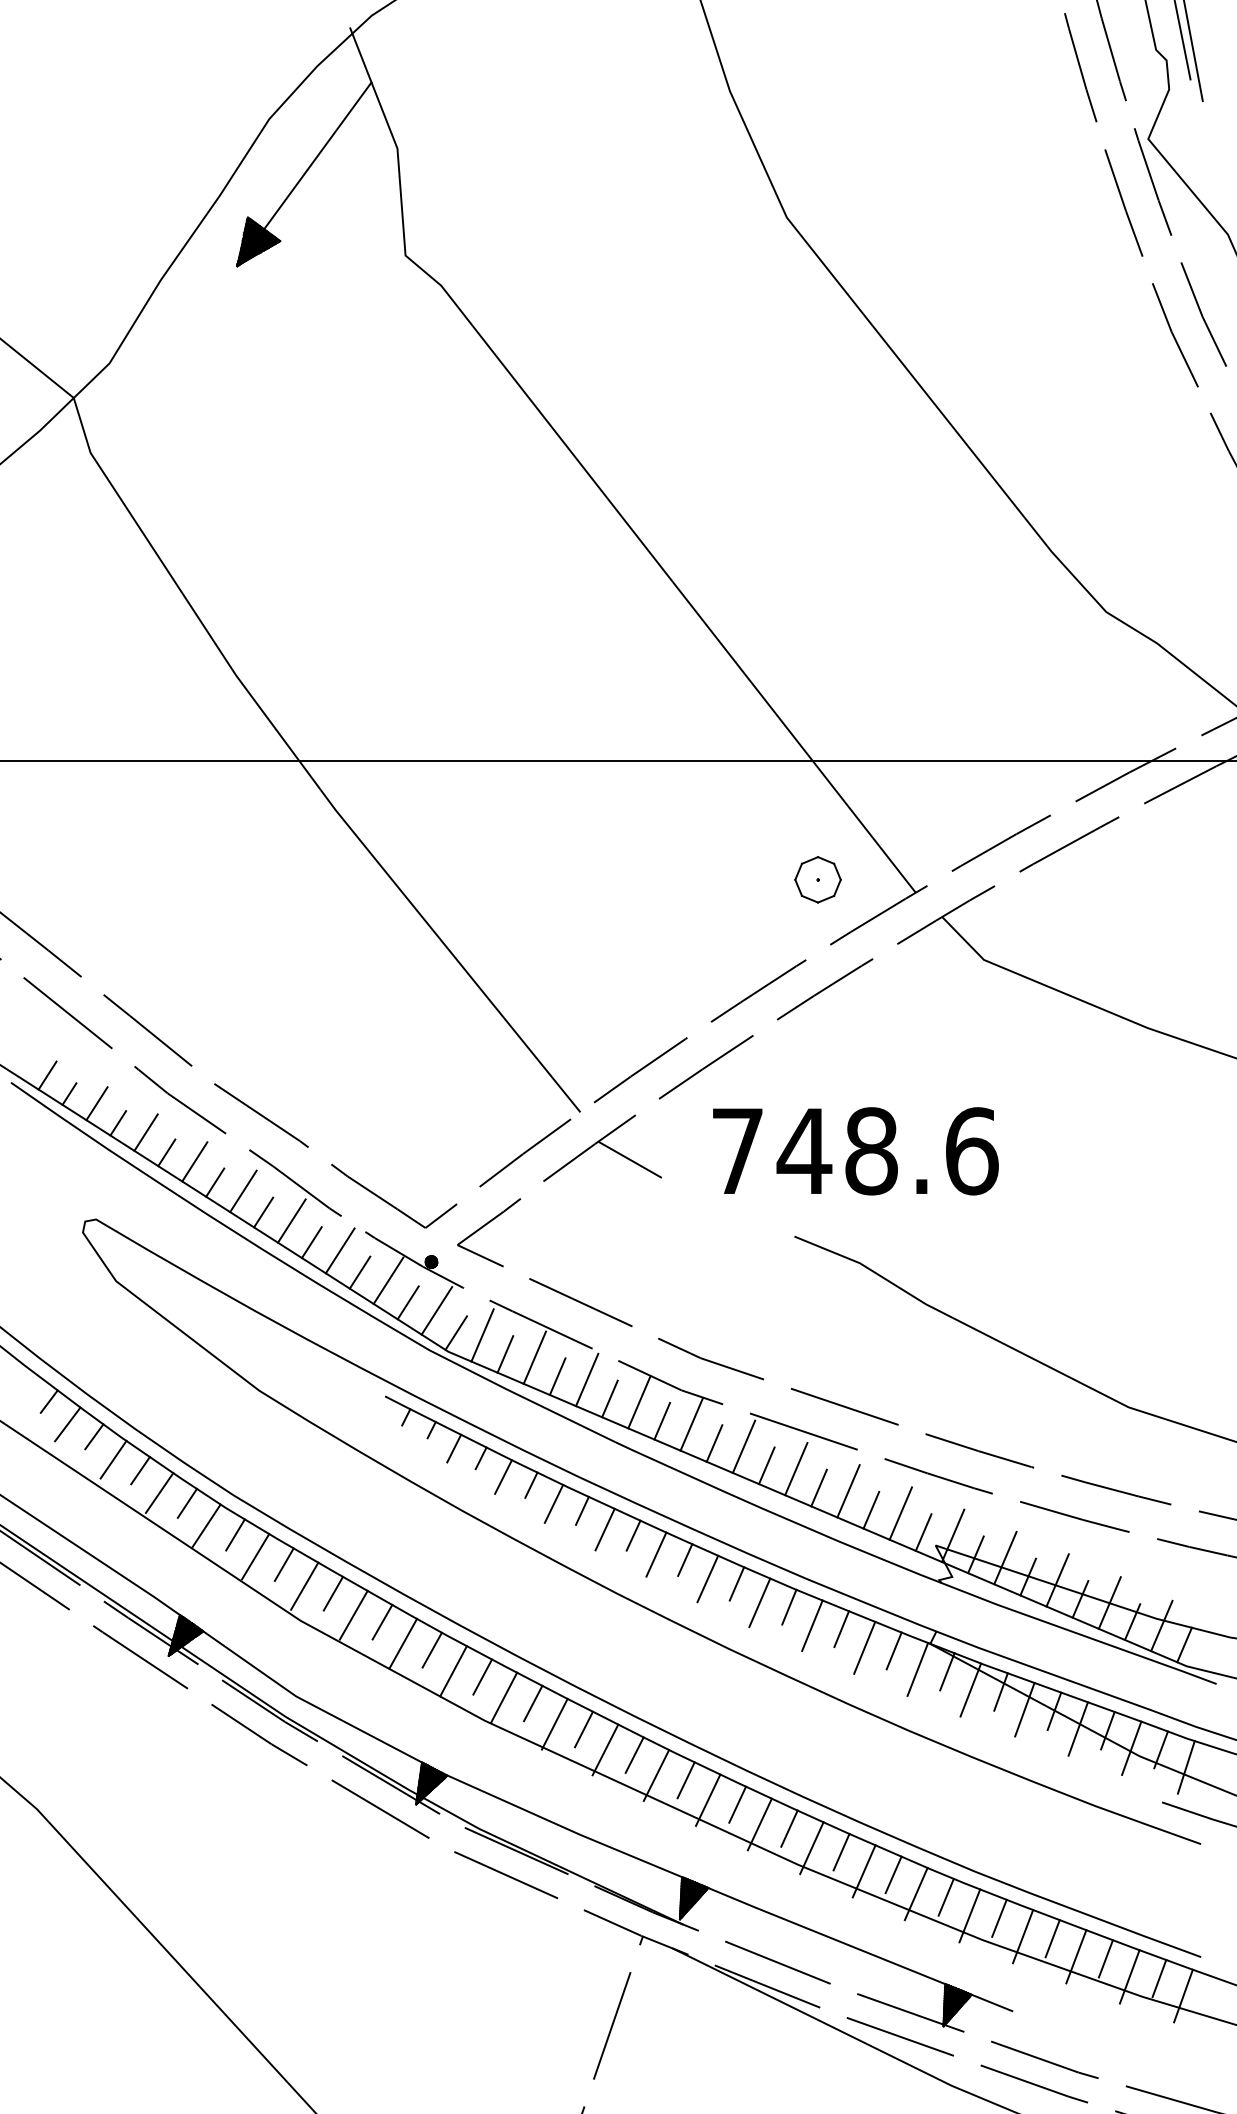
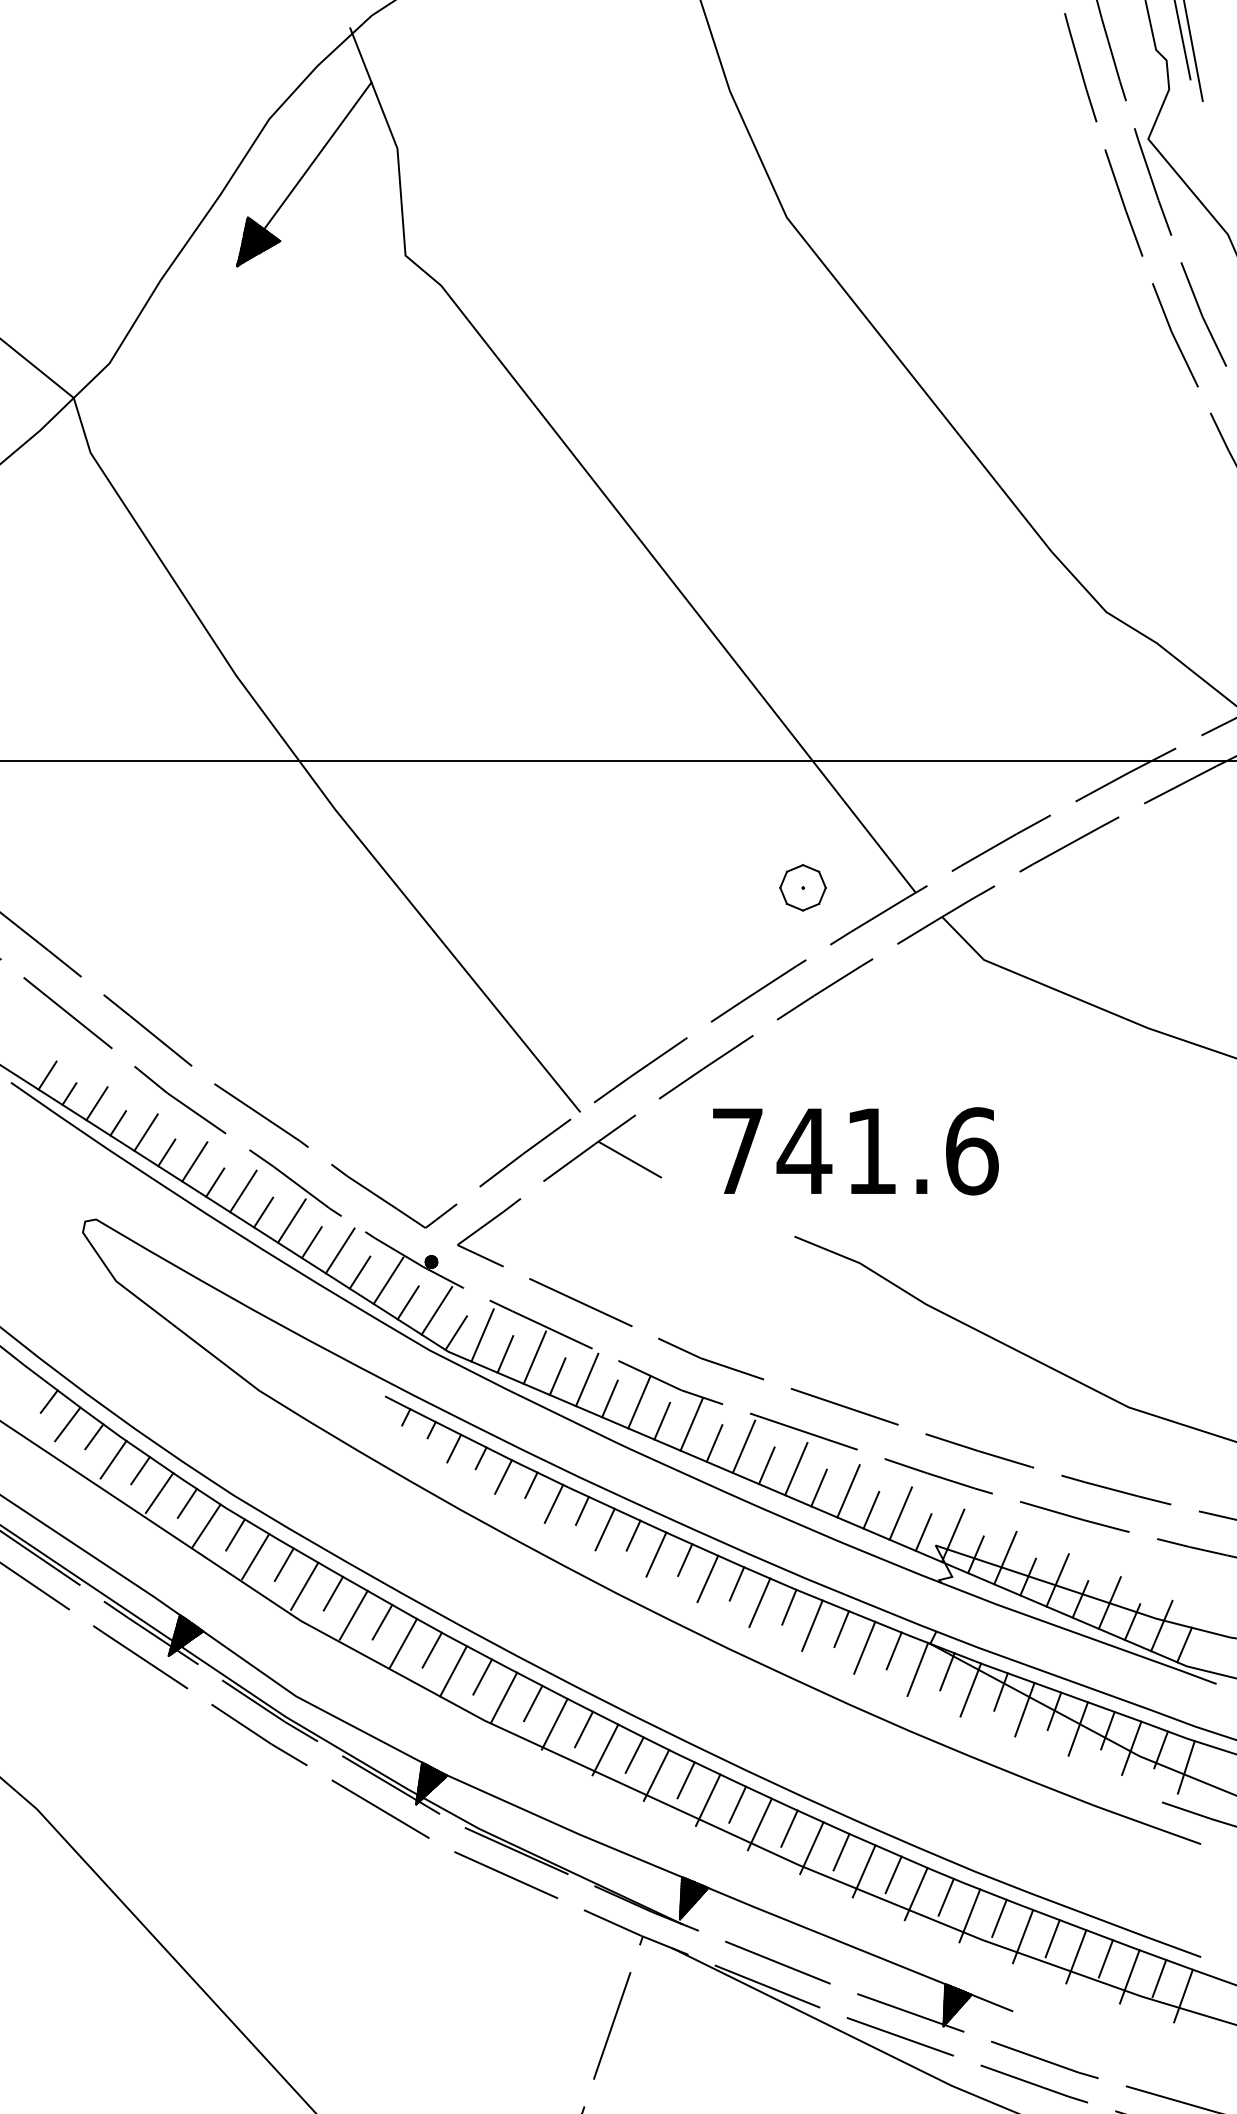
part at (817, 879) position: (817, 879) -> (802, 887)
text at (871, 1151): 748.6 -> 741.6
